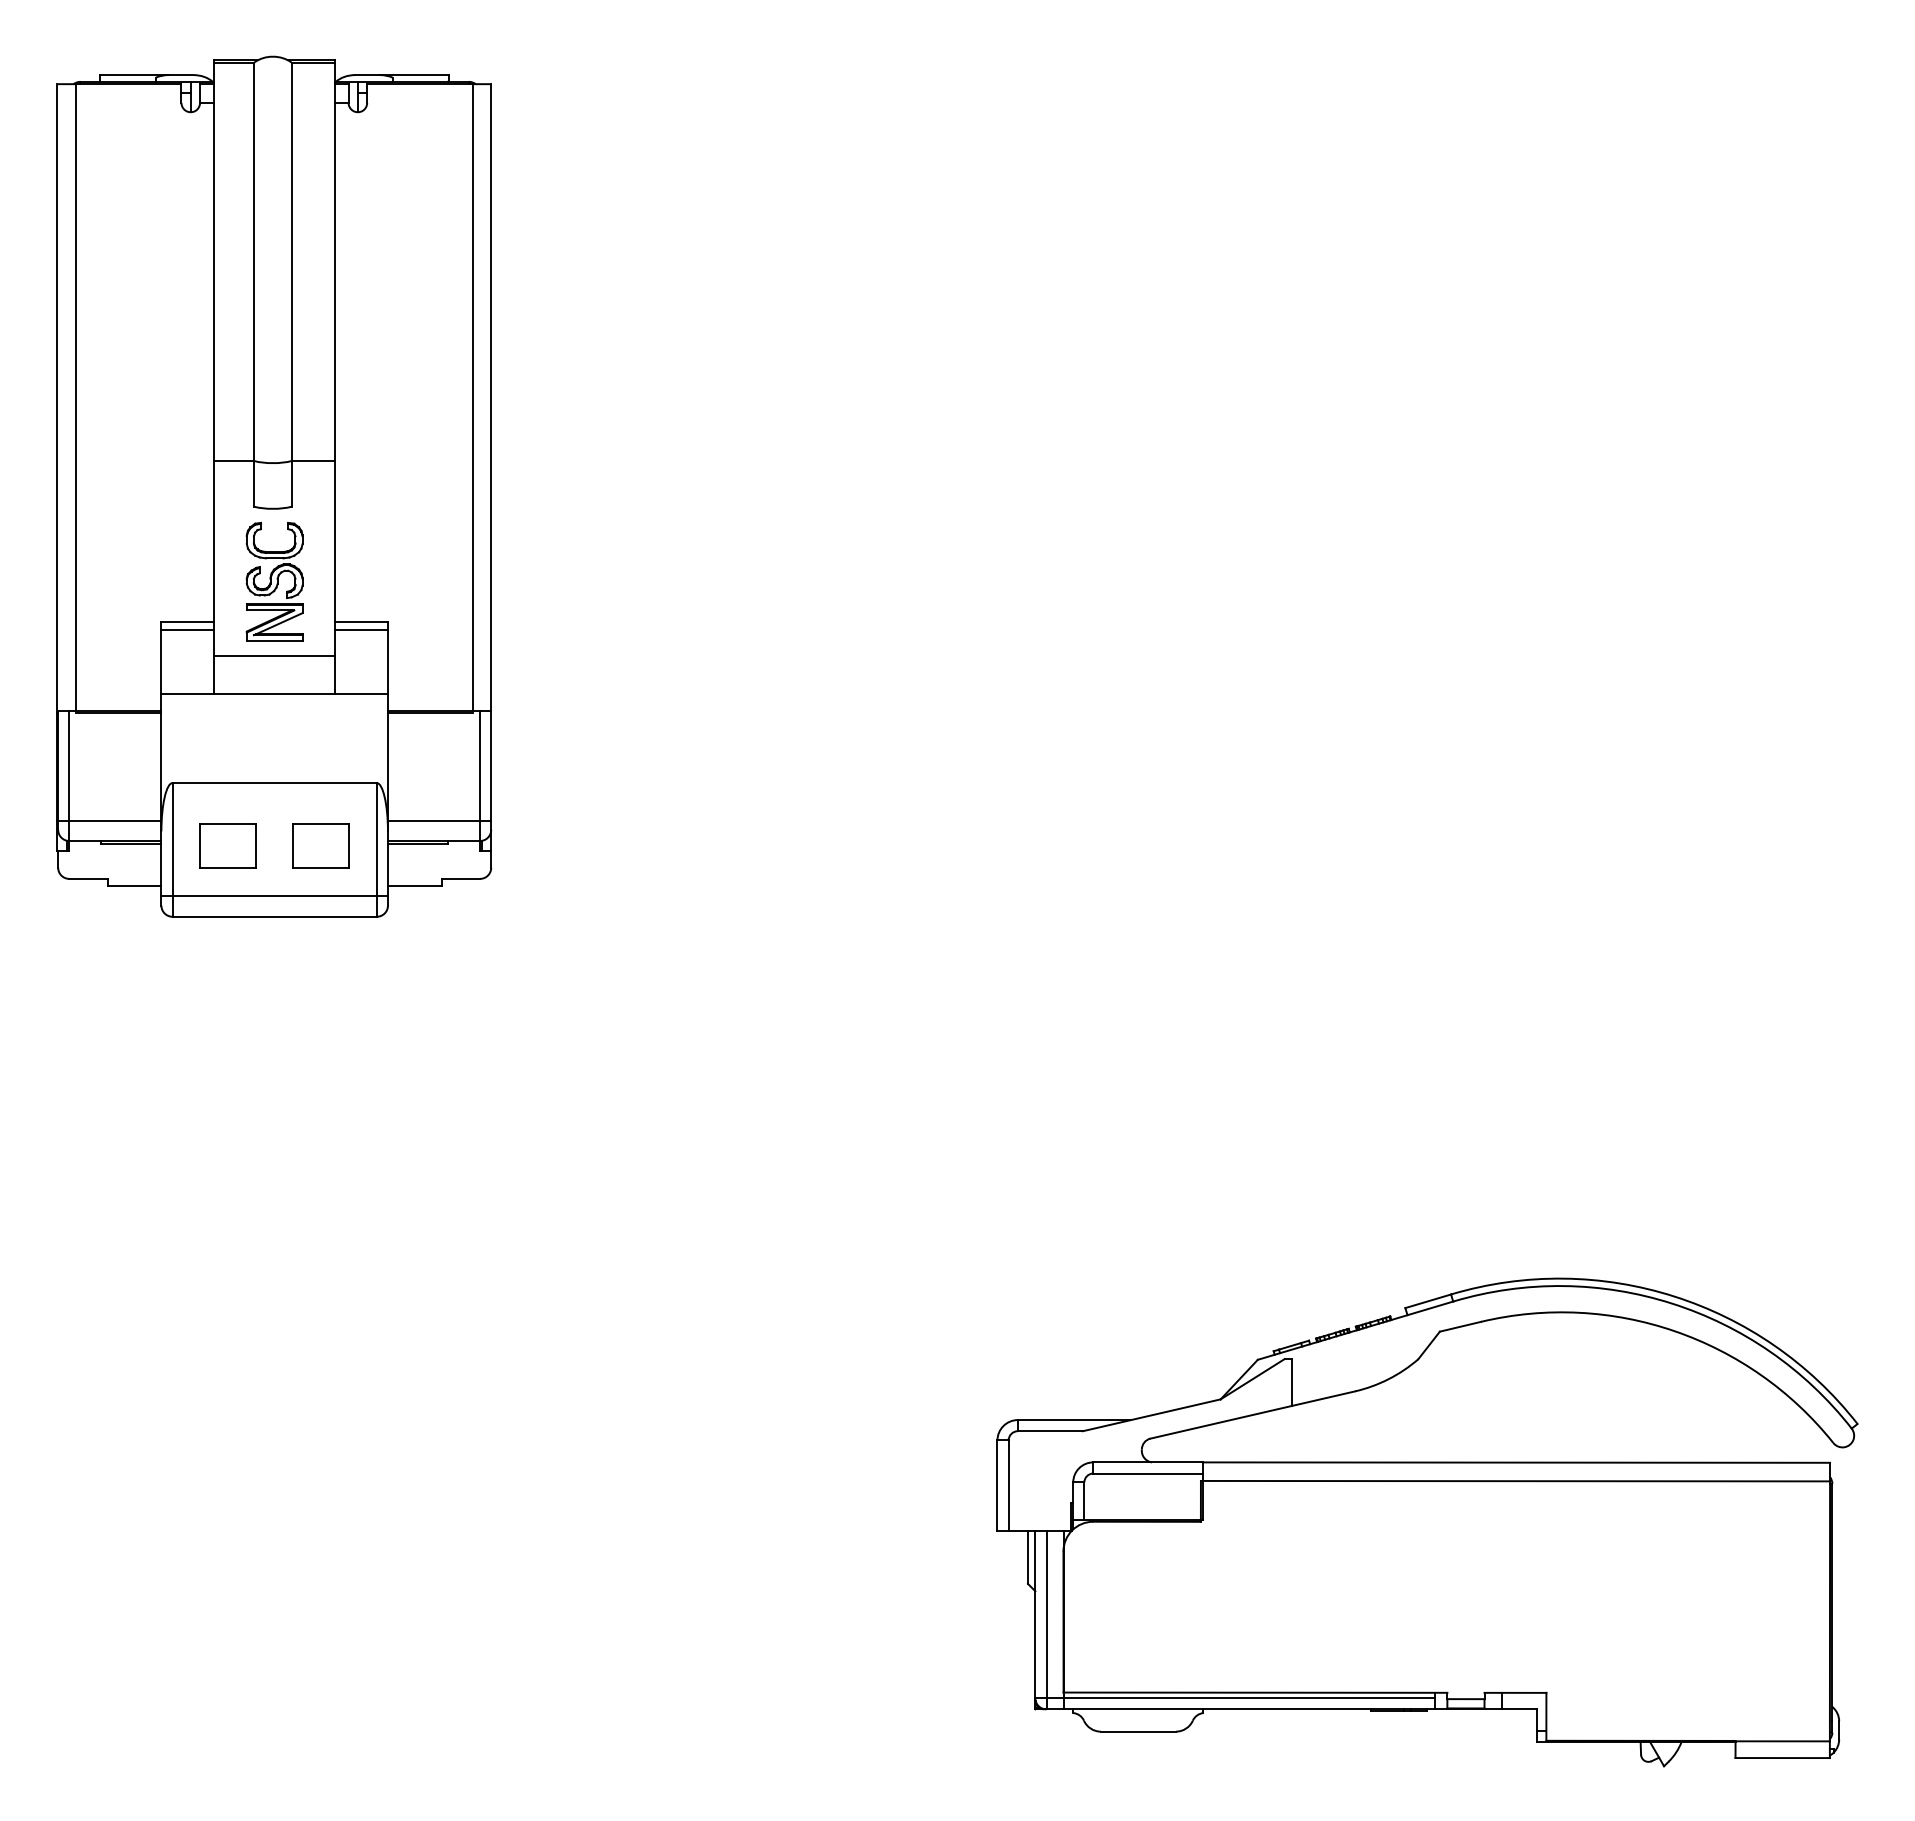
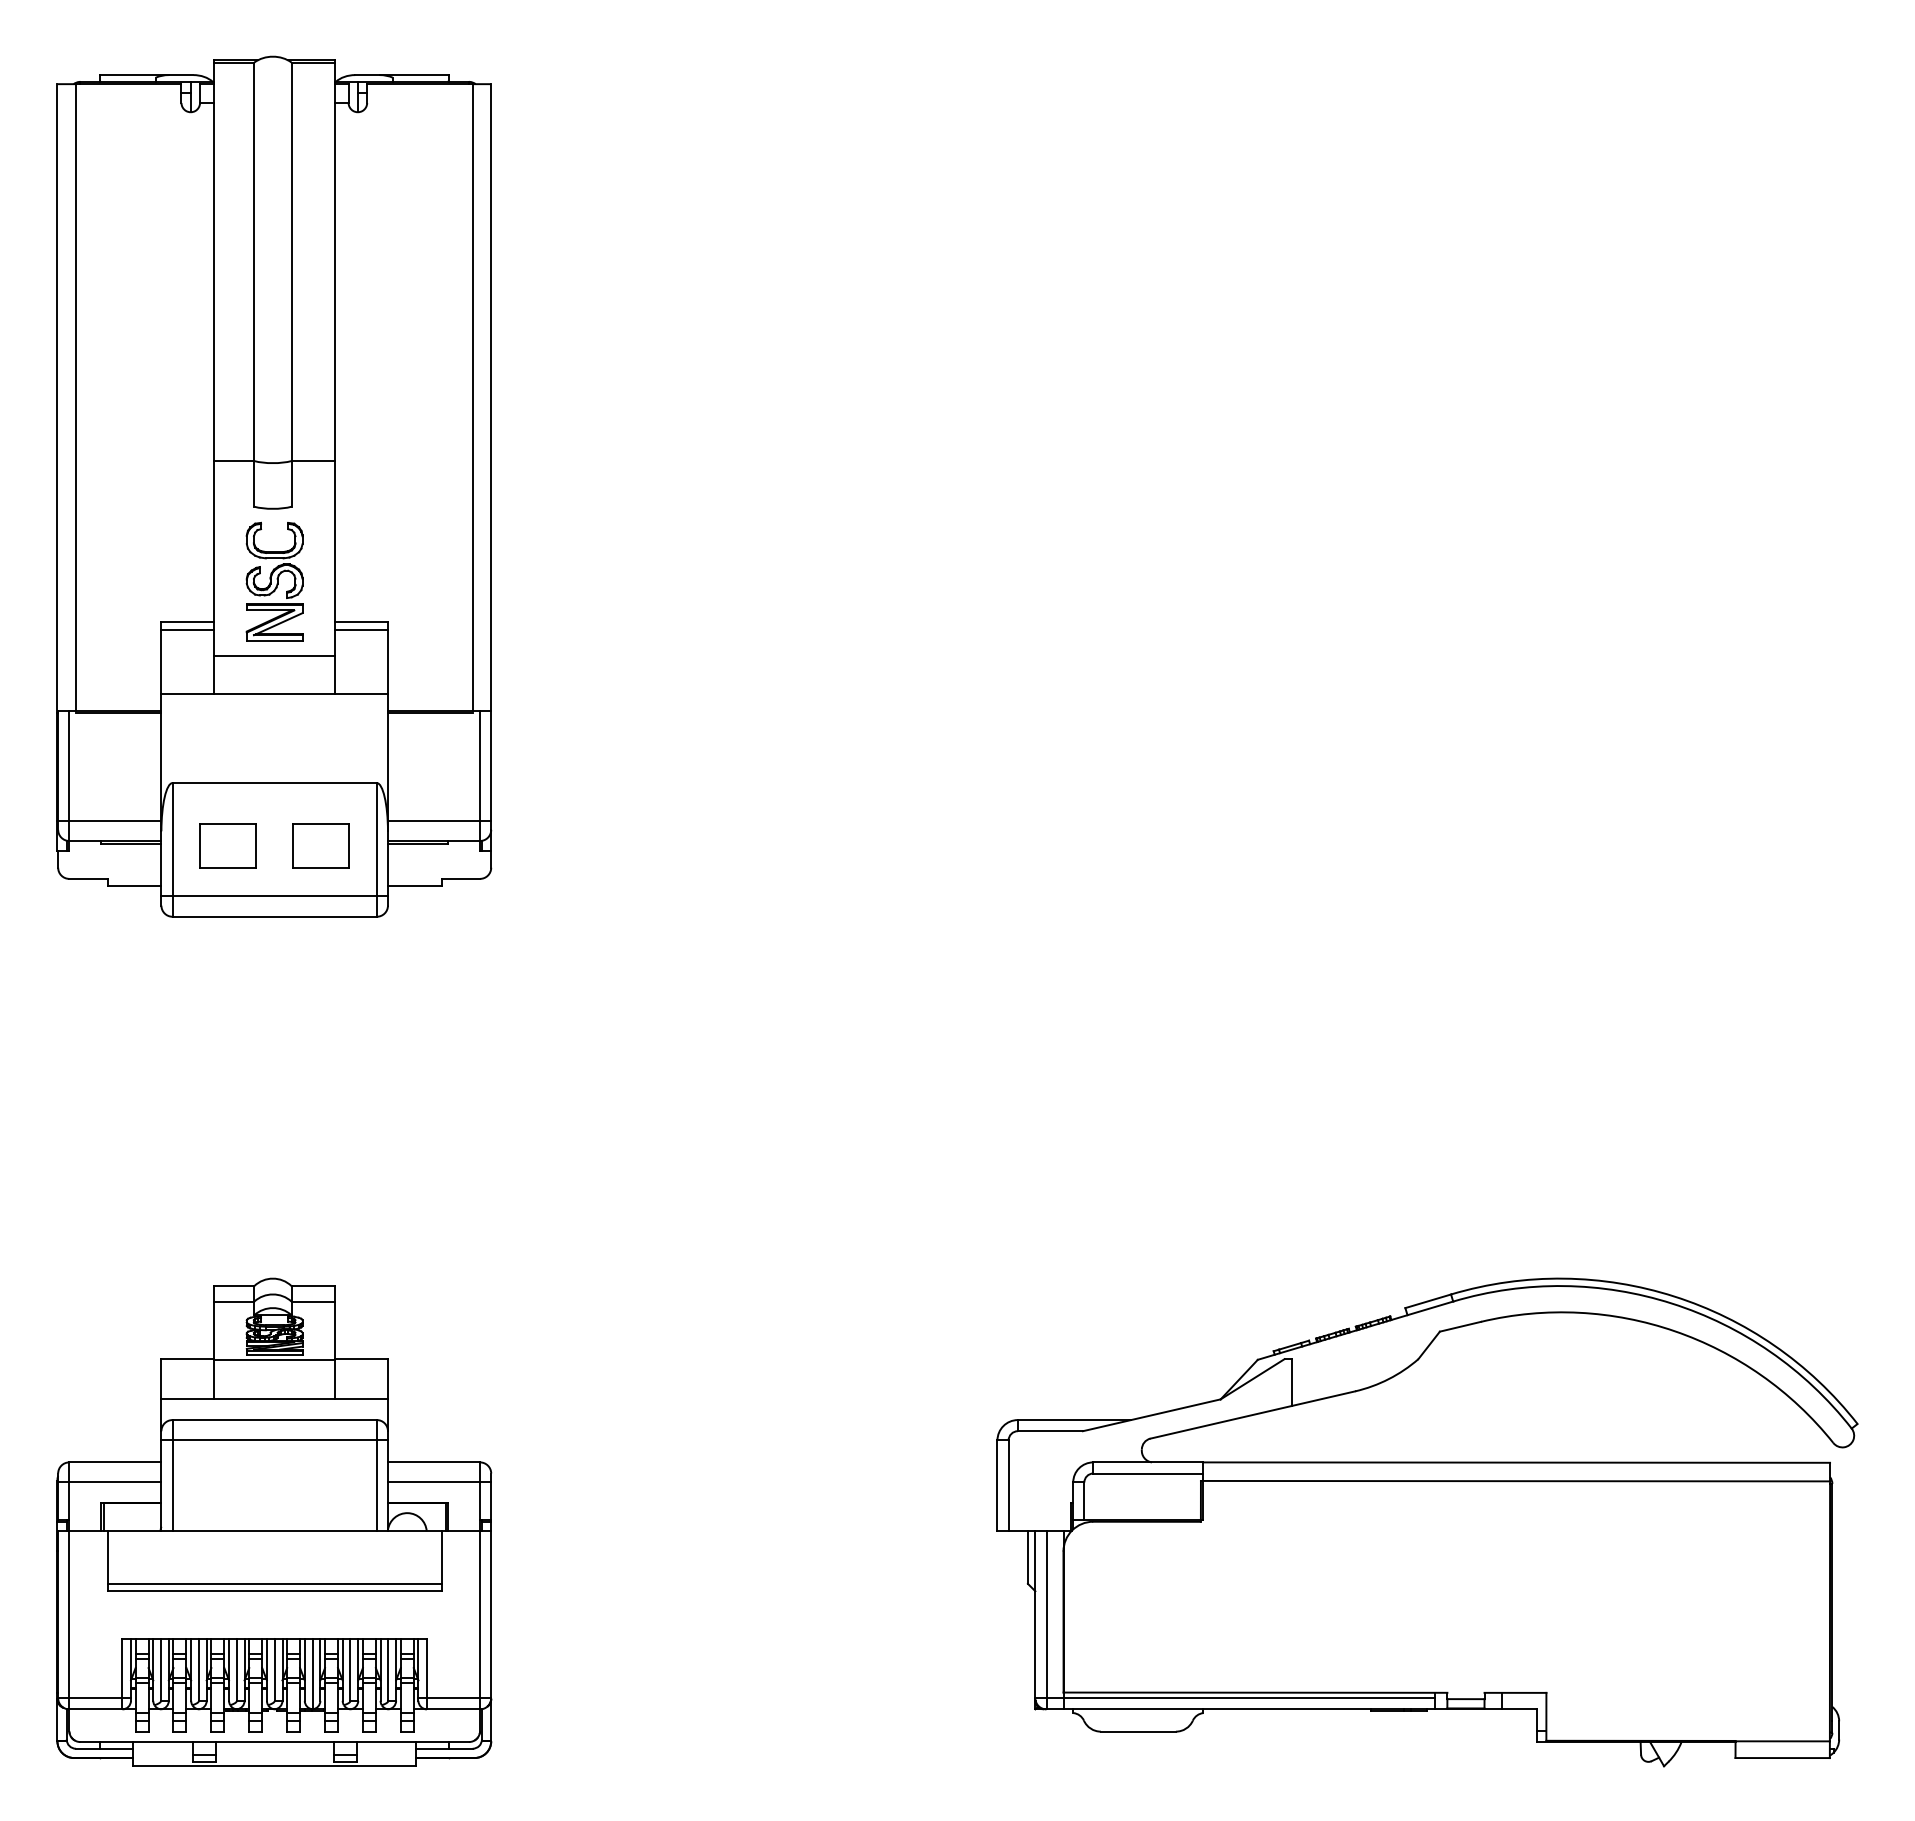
part at (274, 1521): none -> present
